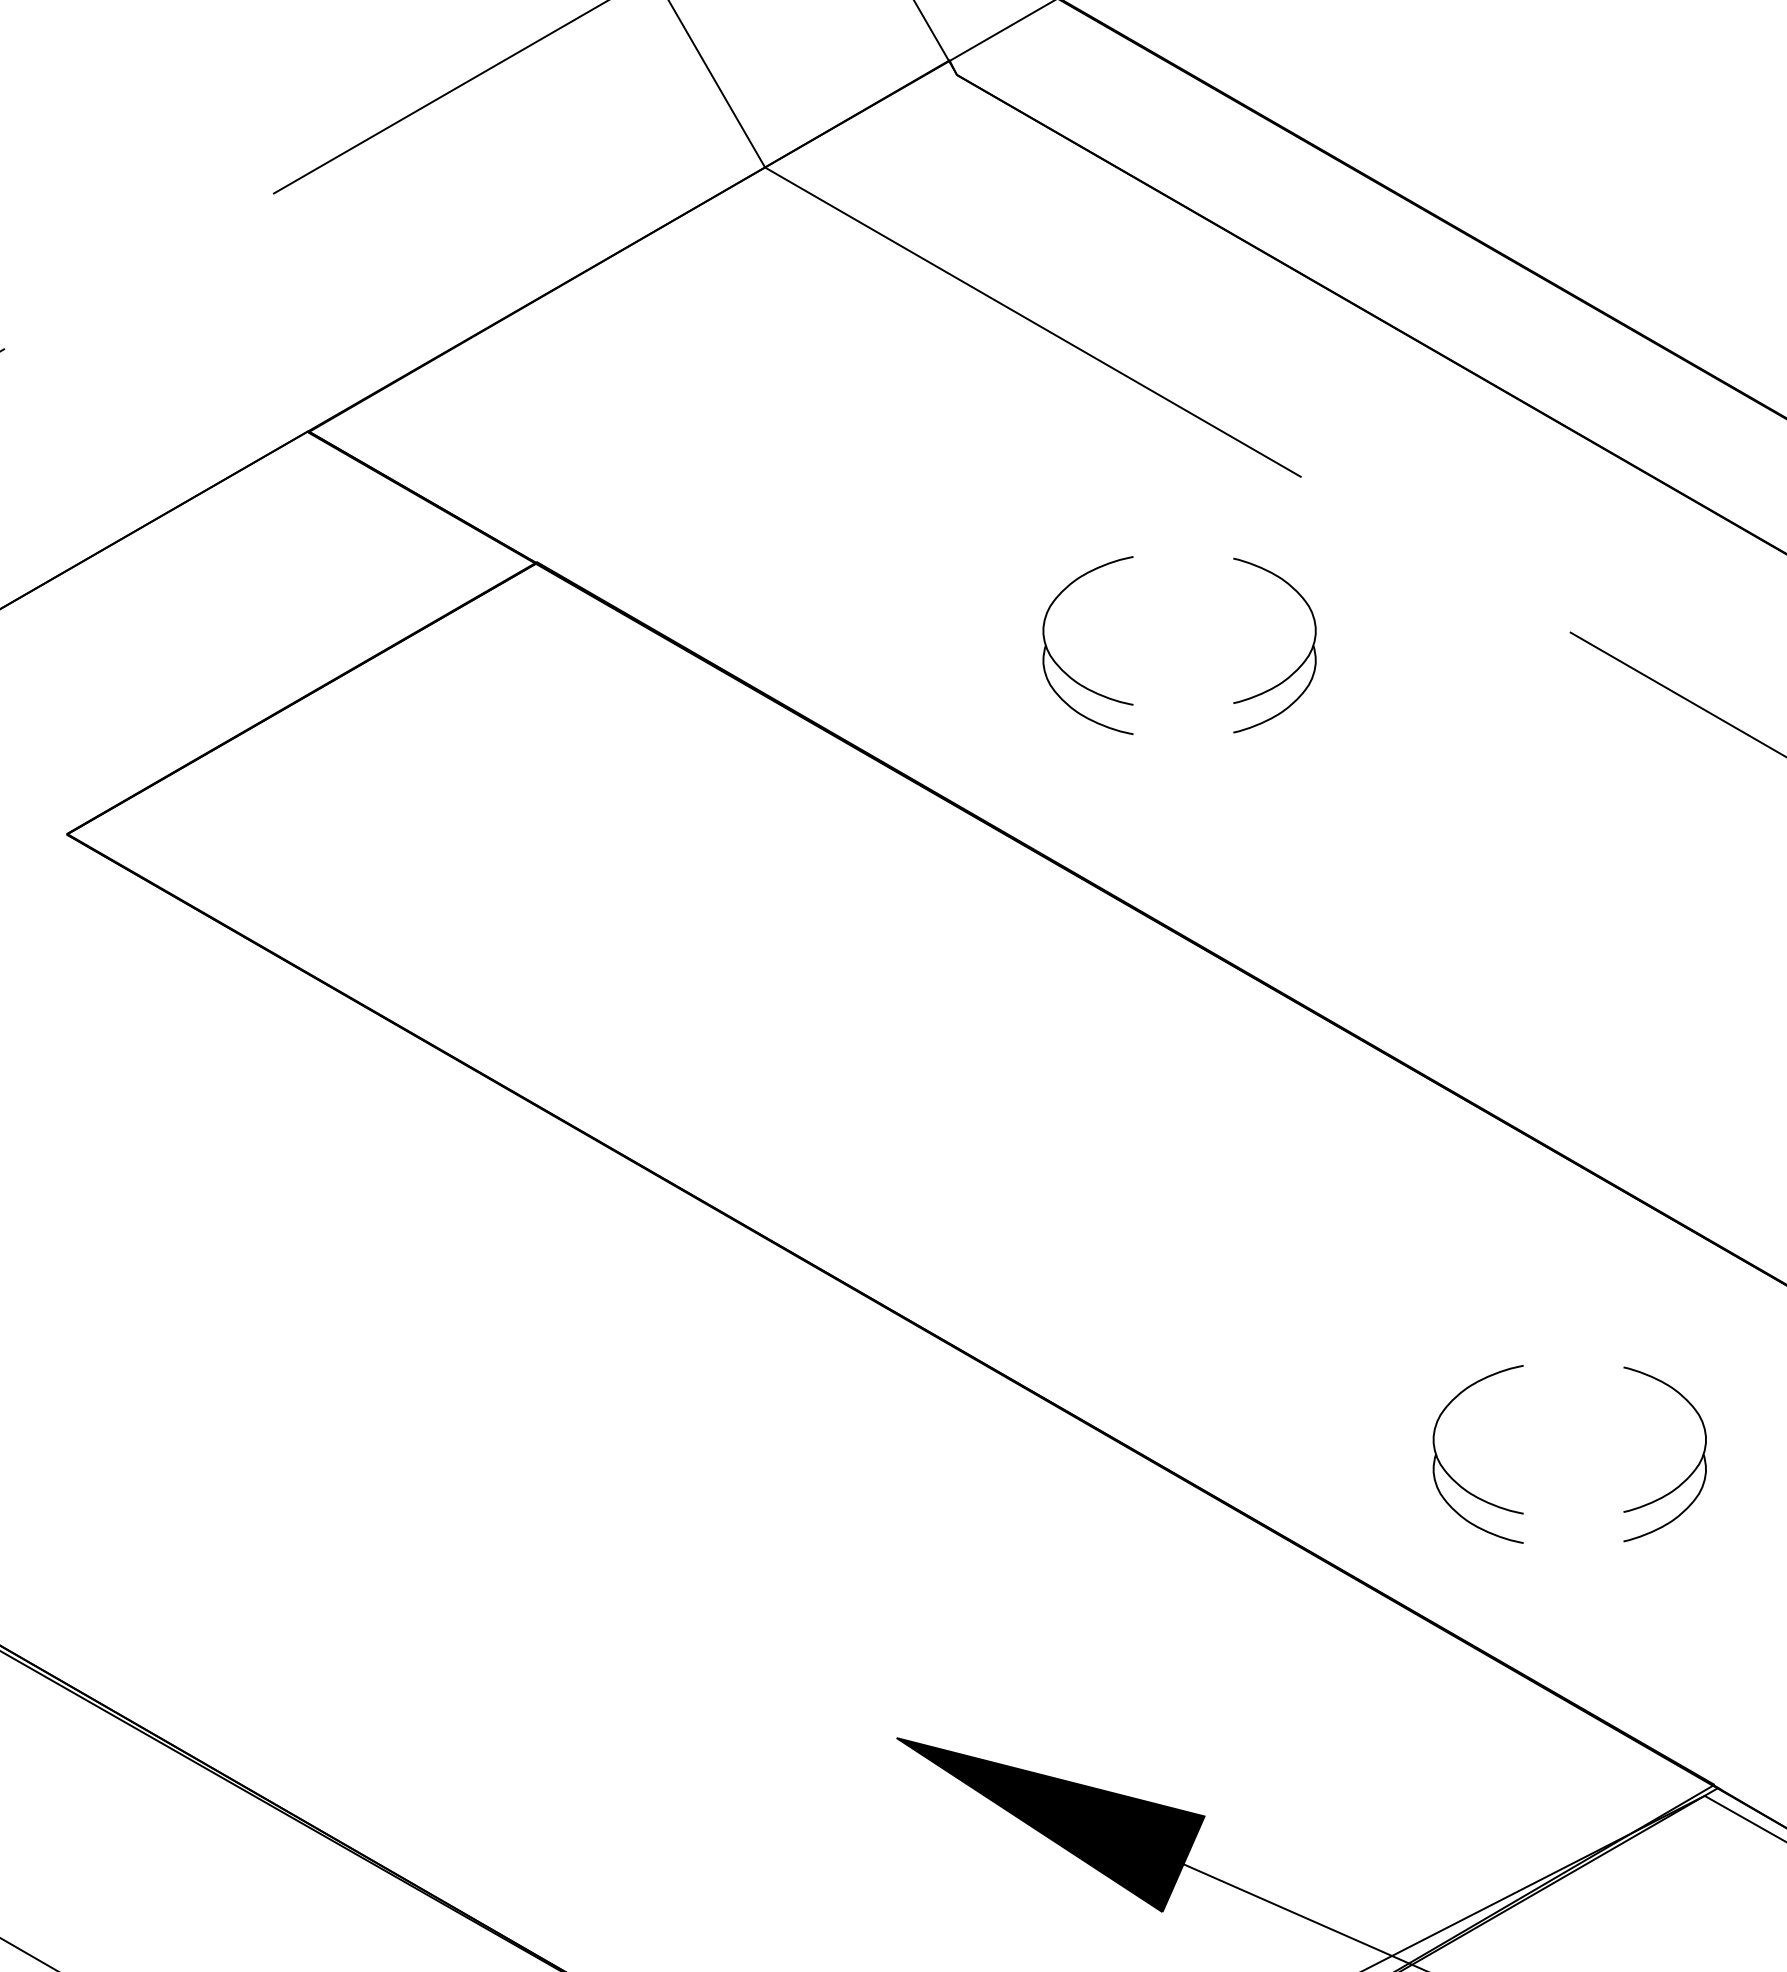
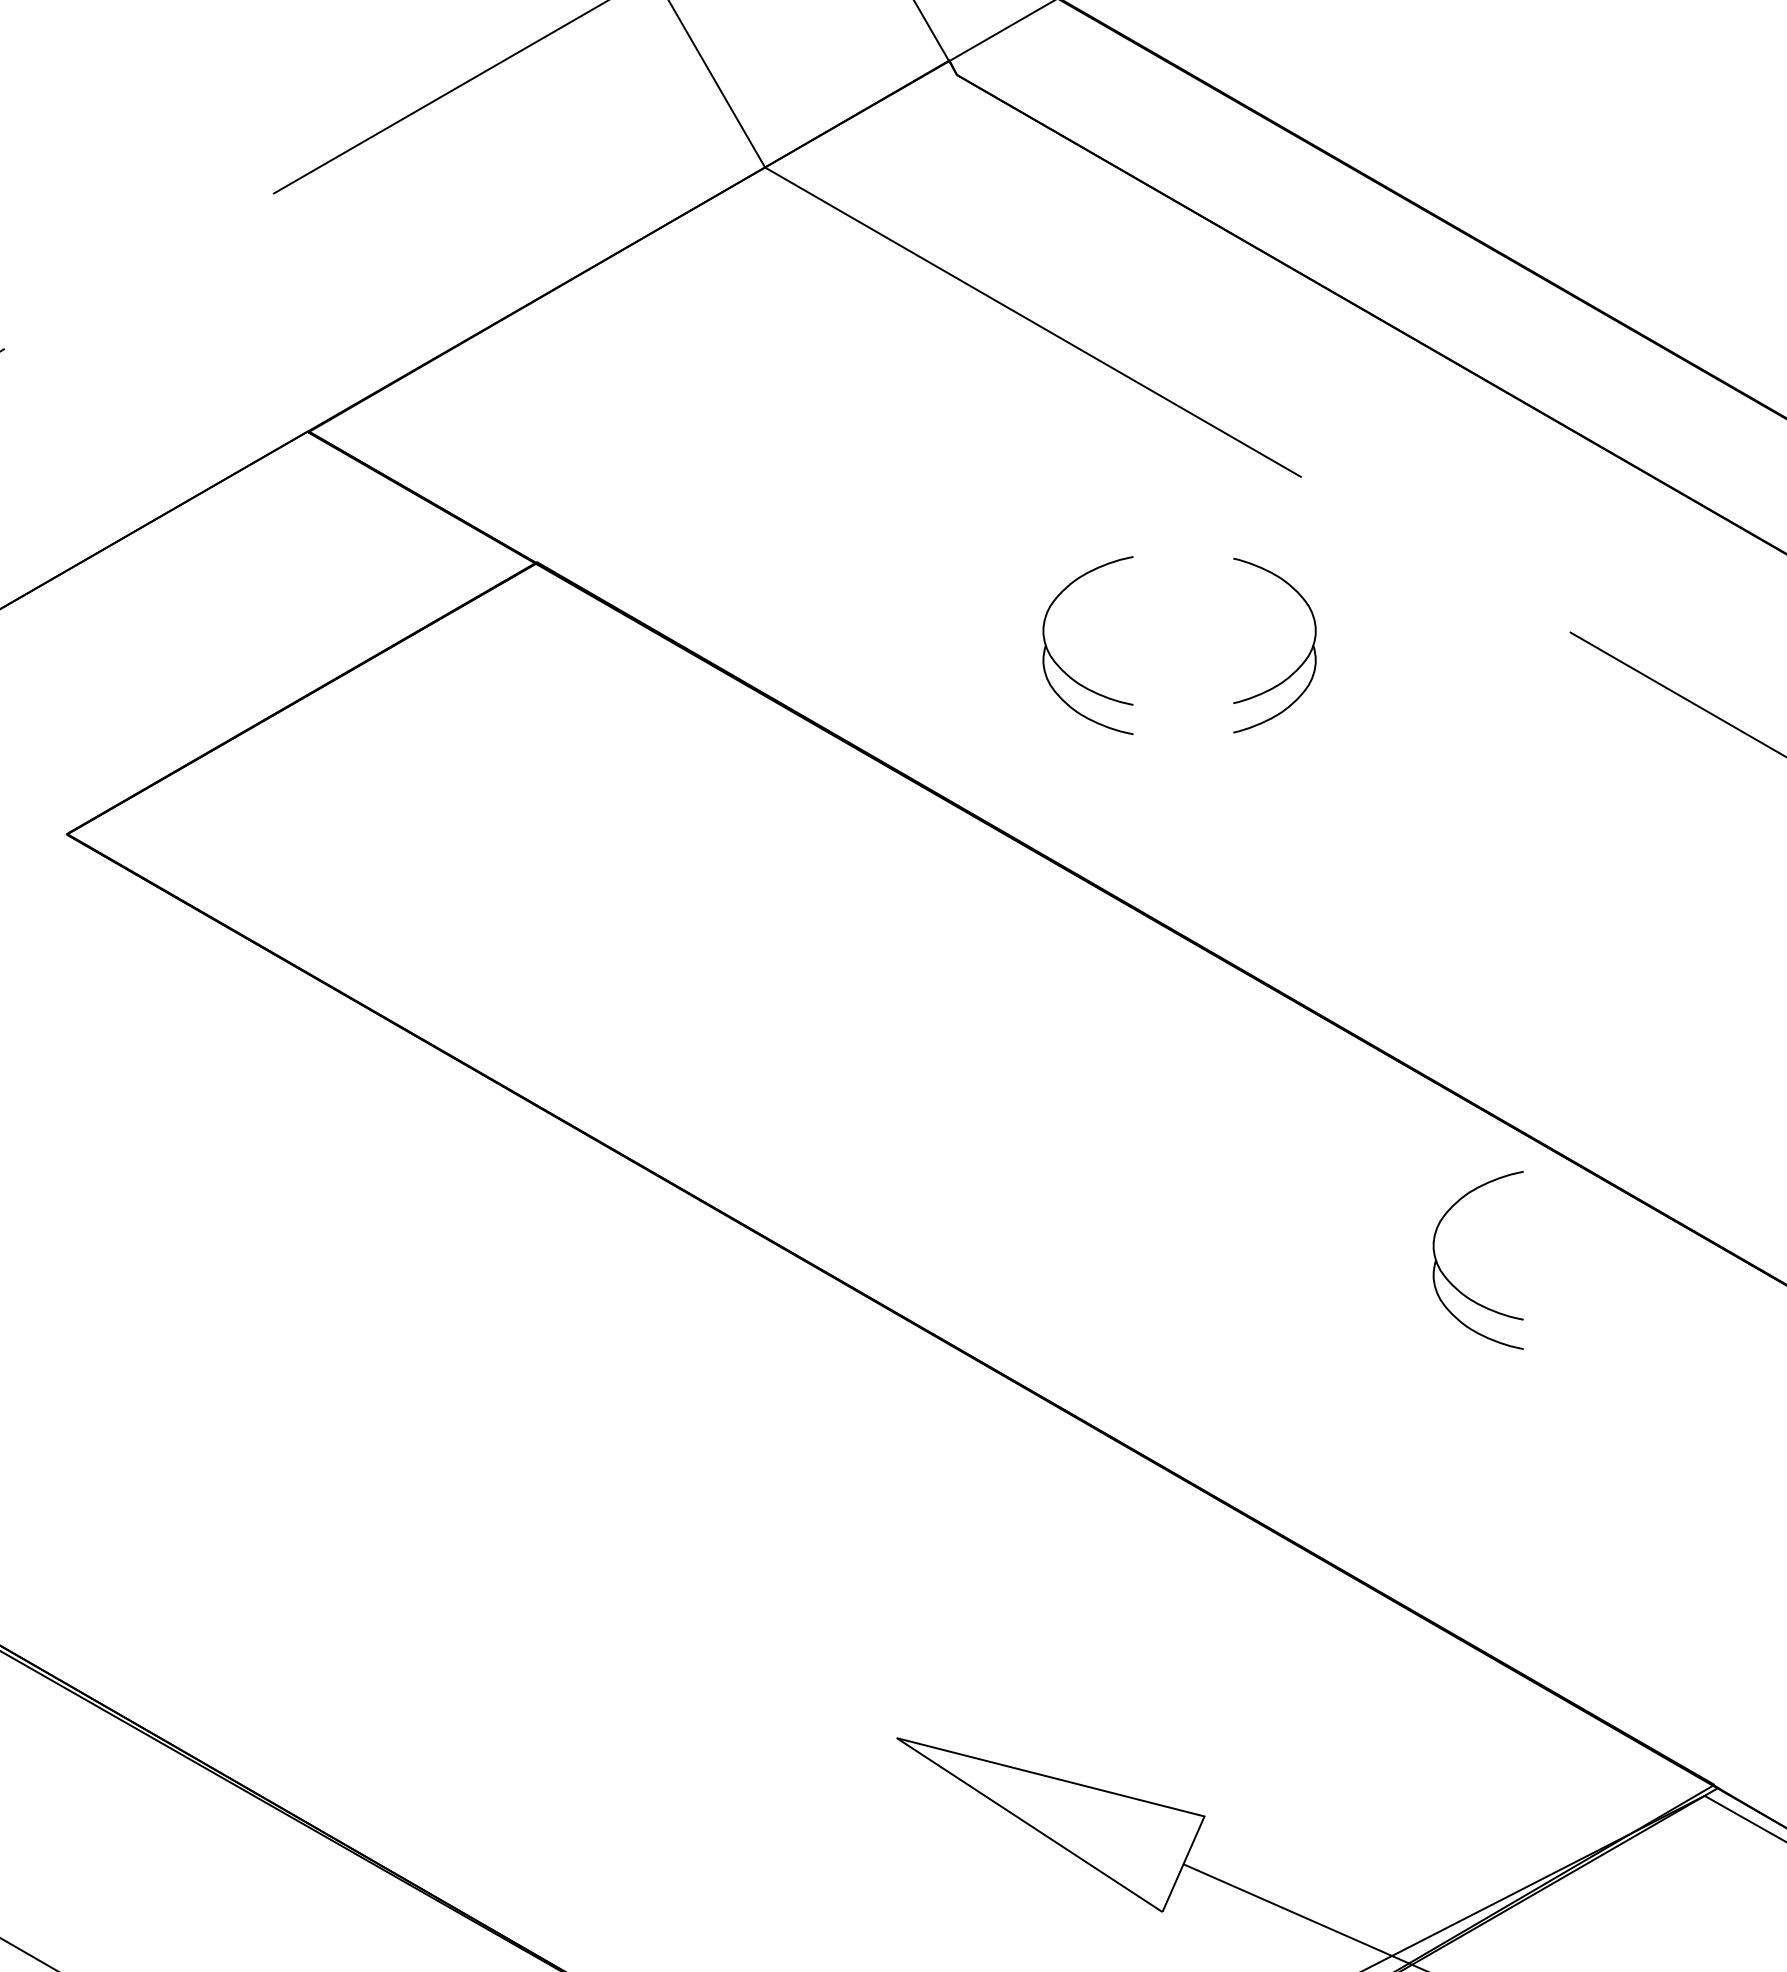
part at (1691, 1472): present -> none
part at (1453, 1478) position: (1453, 1478) -> (1453, 1284)
fill at (1050, 1825): present -> none
